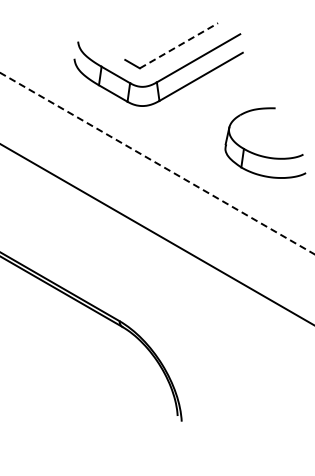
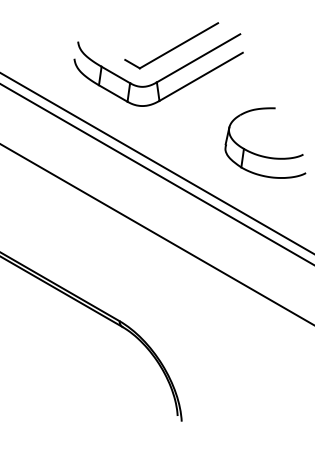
line at (179, 45): dashed -> solid
line at (158, 163): dashed -> solid
line at (156, 174): none -> present
